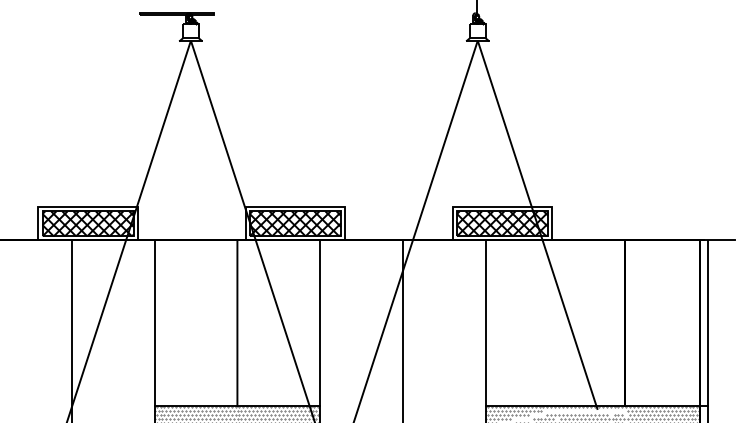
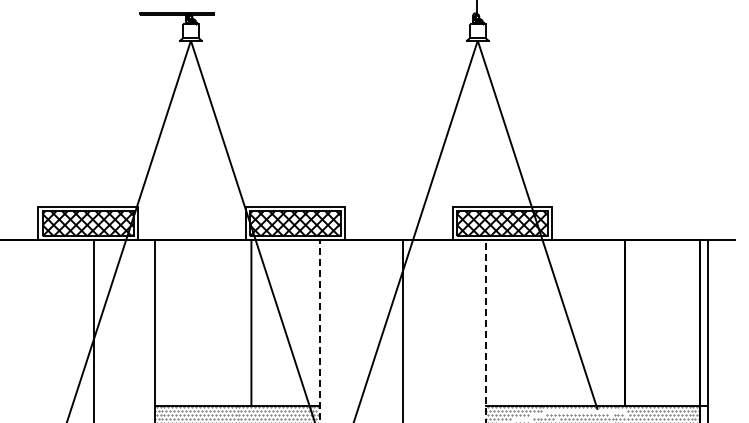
line at (237, 323) position: (237, 323) -> (251, 323)
line at (71, 329) position: (71, 329) -> (93, 329)
line at (320, 331): solid -> dashed
line at (486, 331): solid -> dashed
